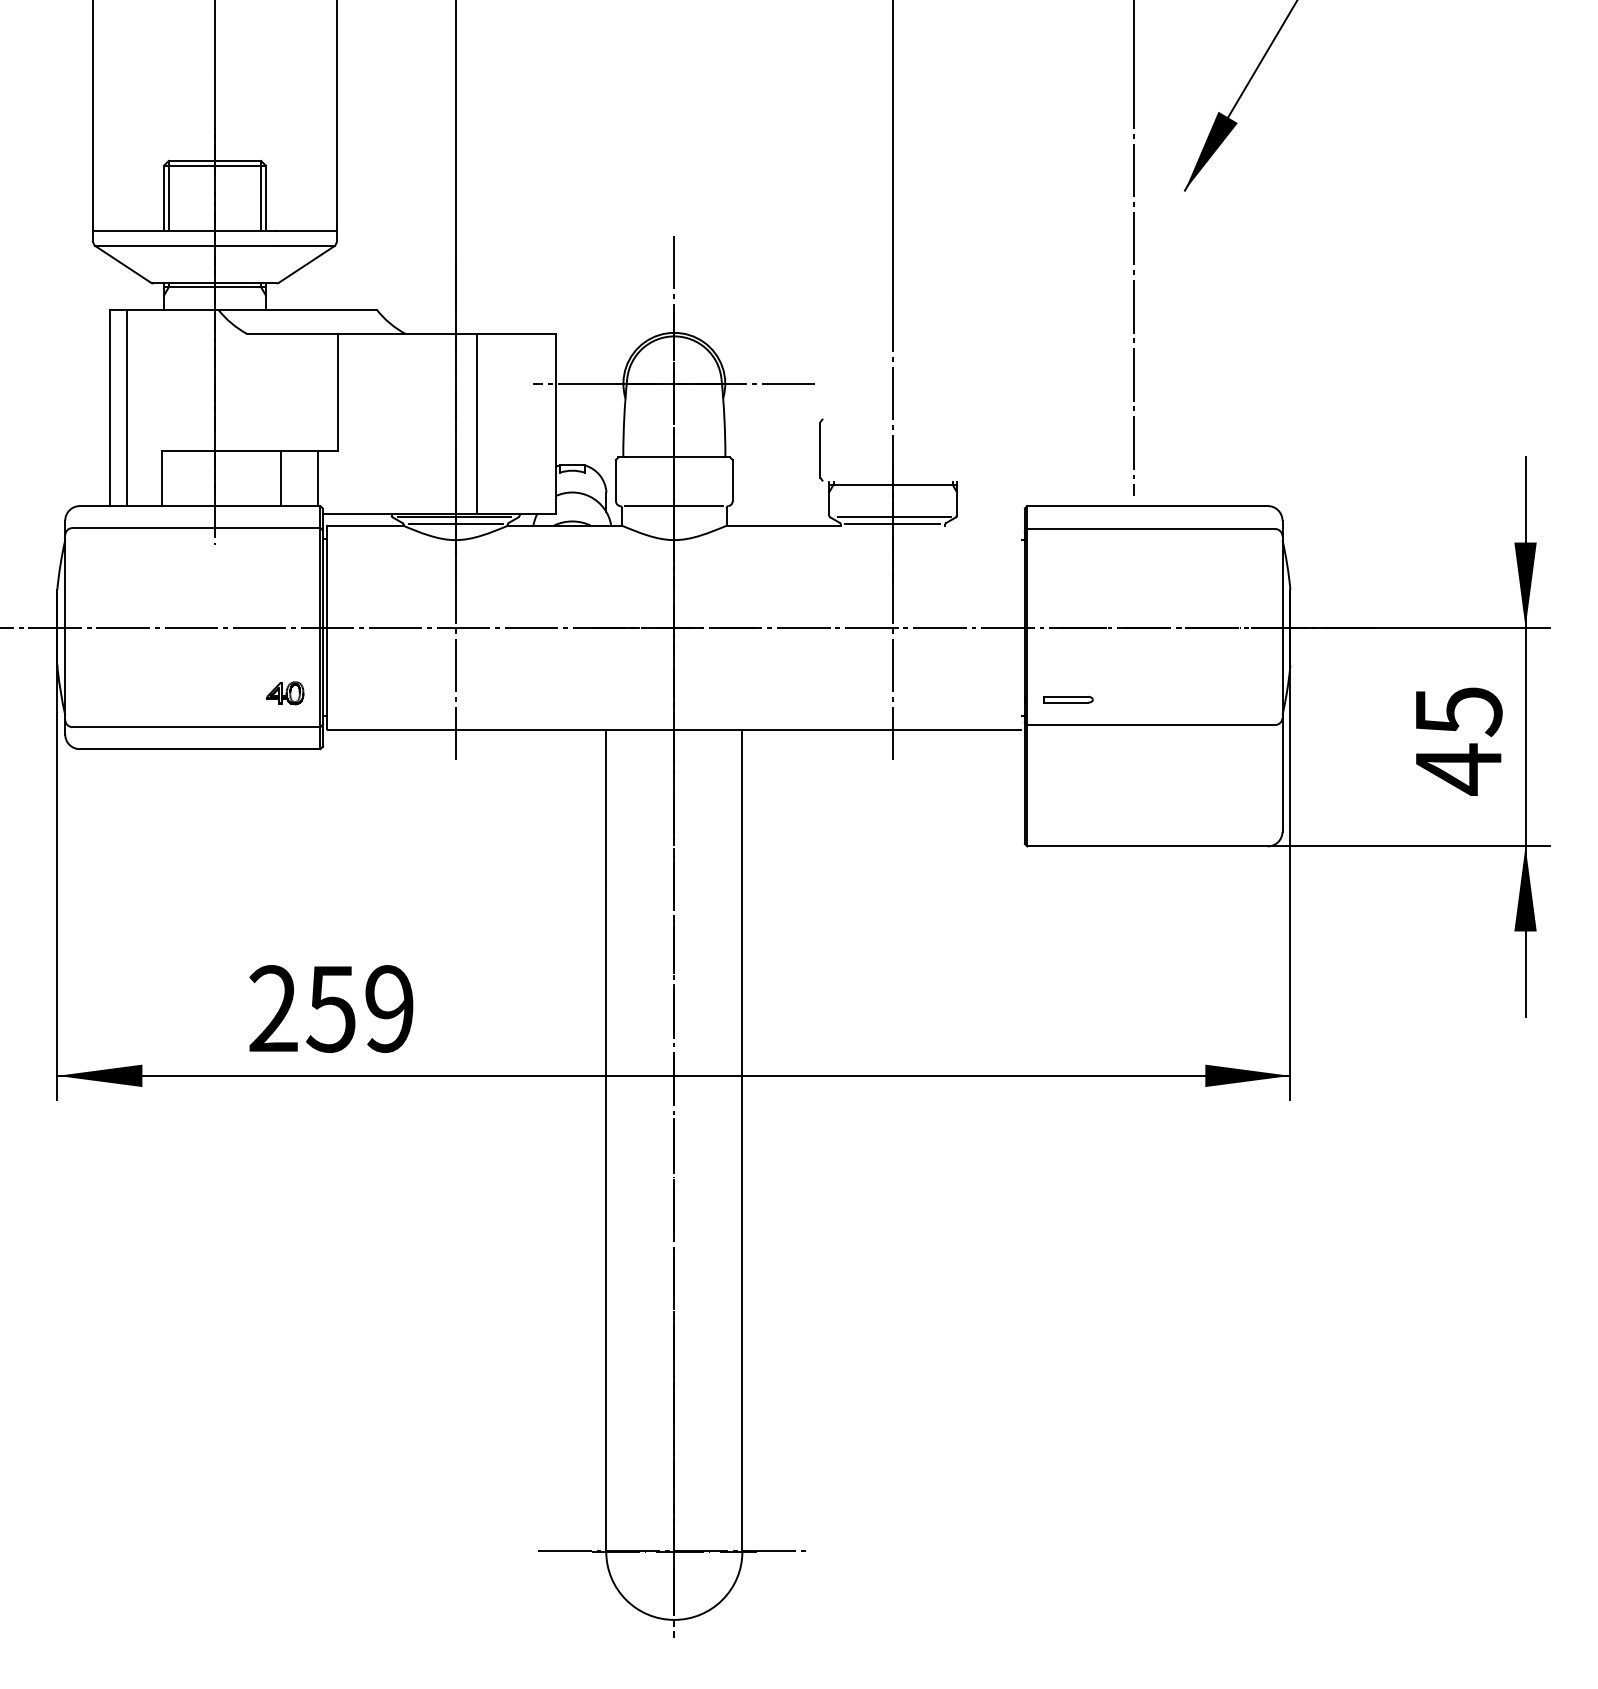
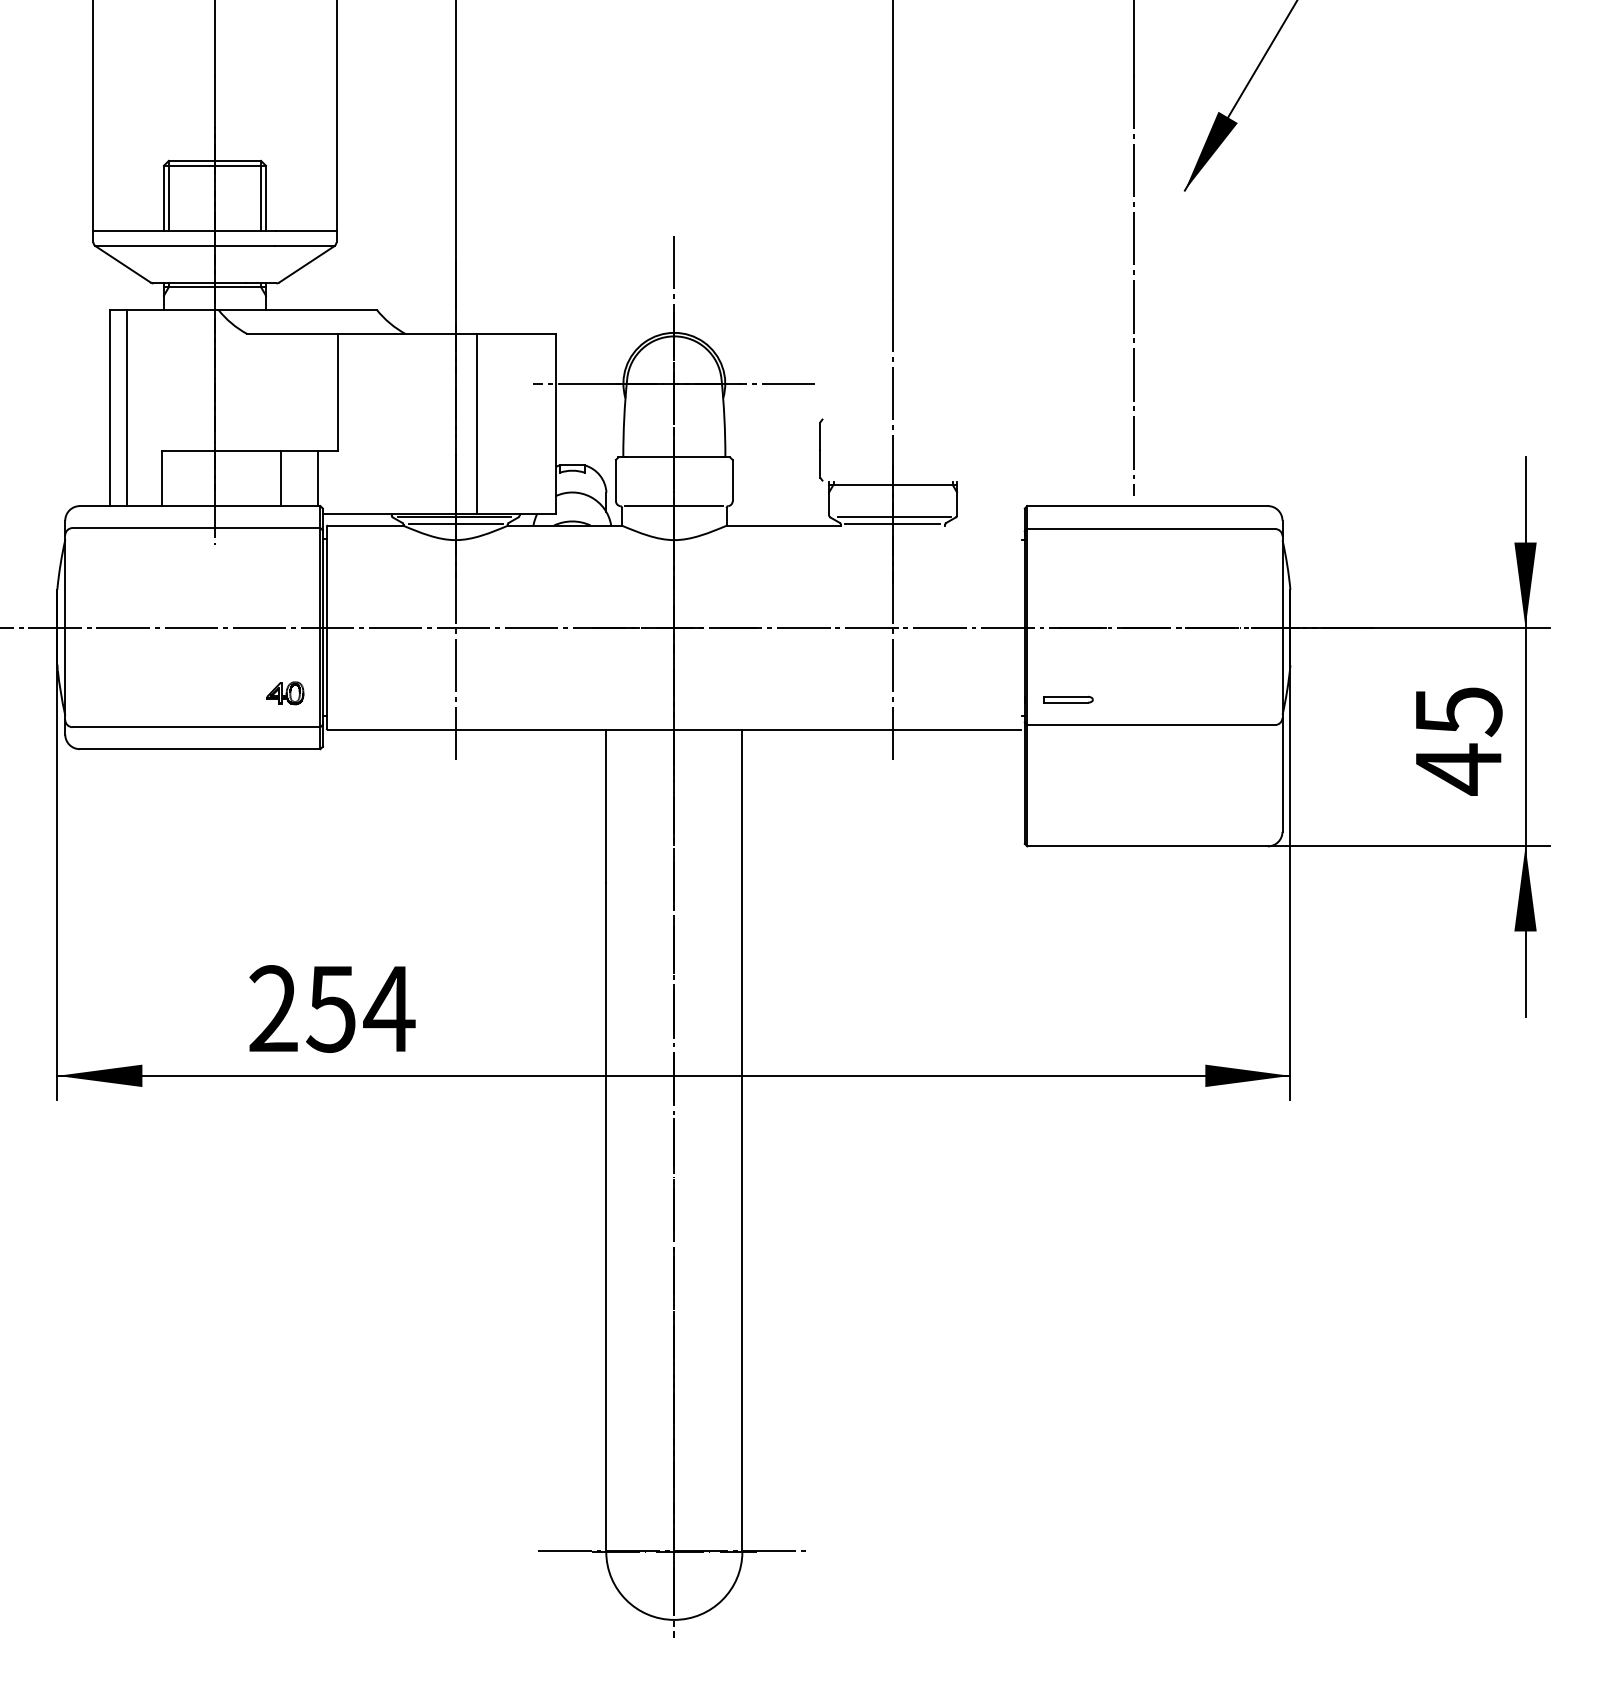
text at (389, 1008): 259 -> 254
